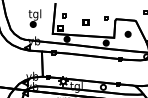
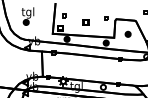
part at (34, 18) position: (34, 18) -> (27, 16)
